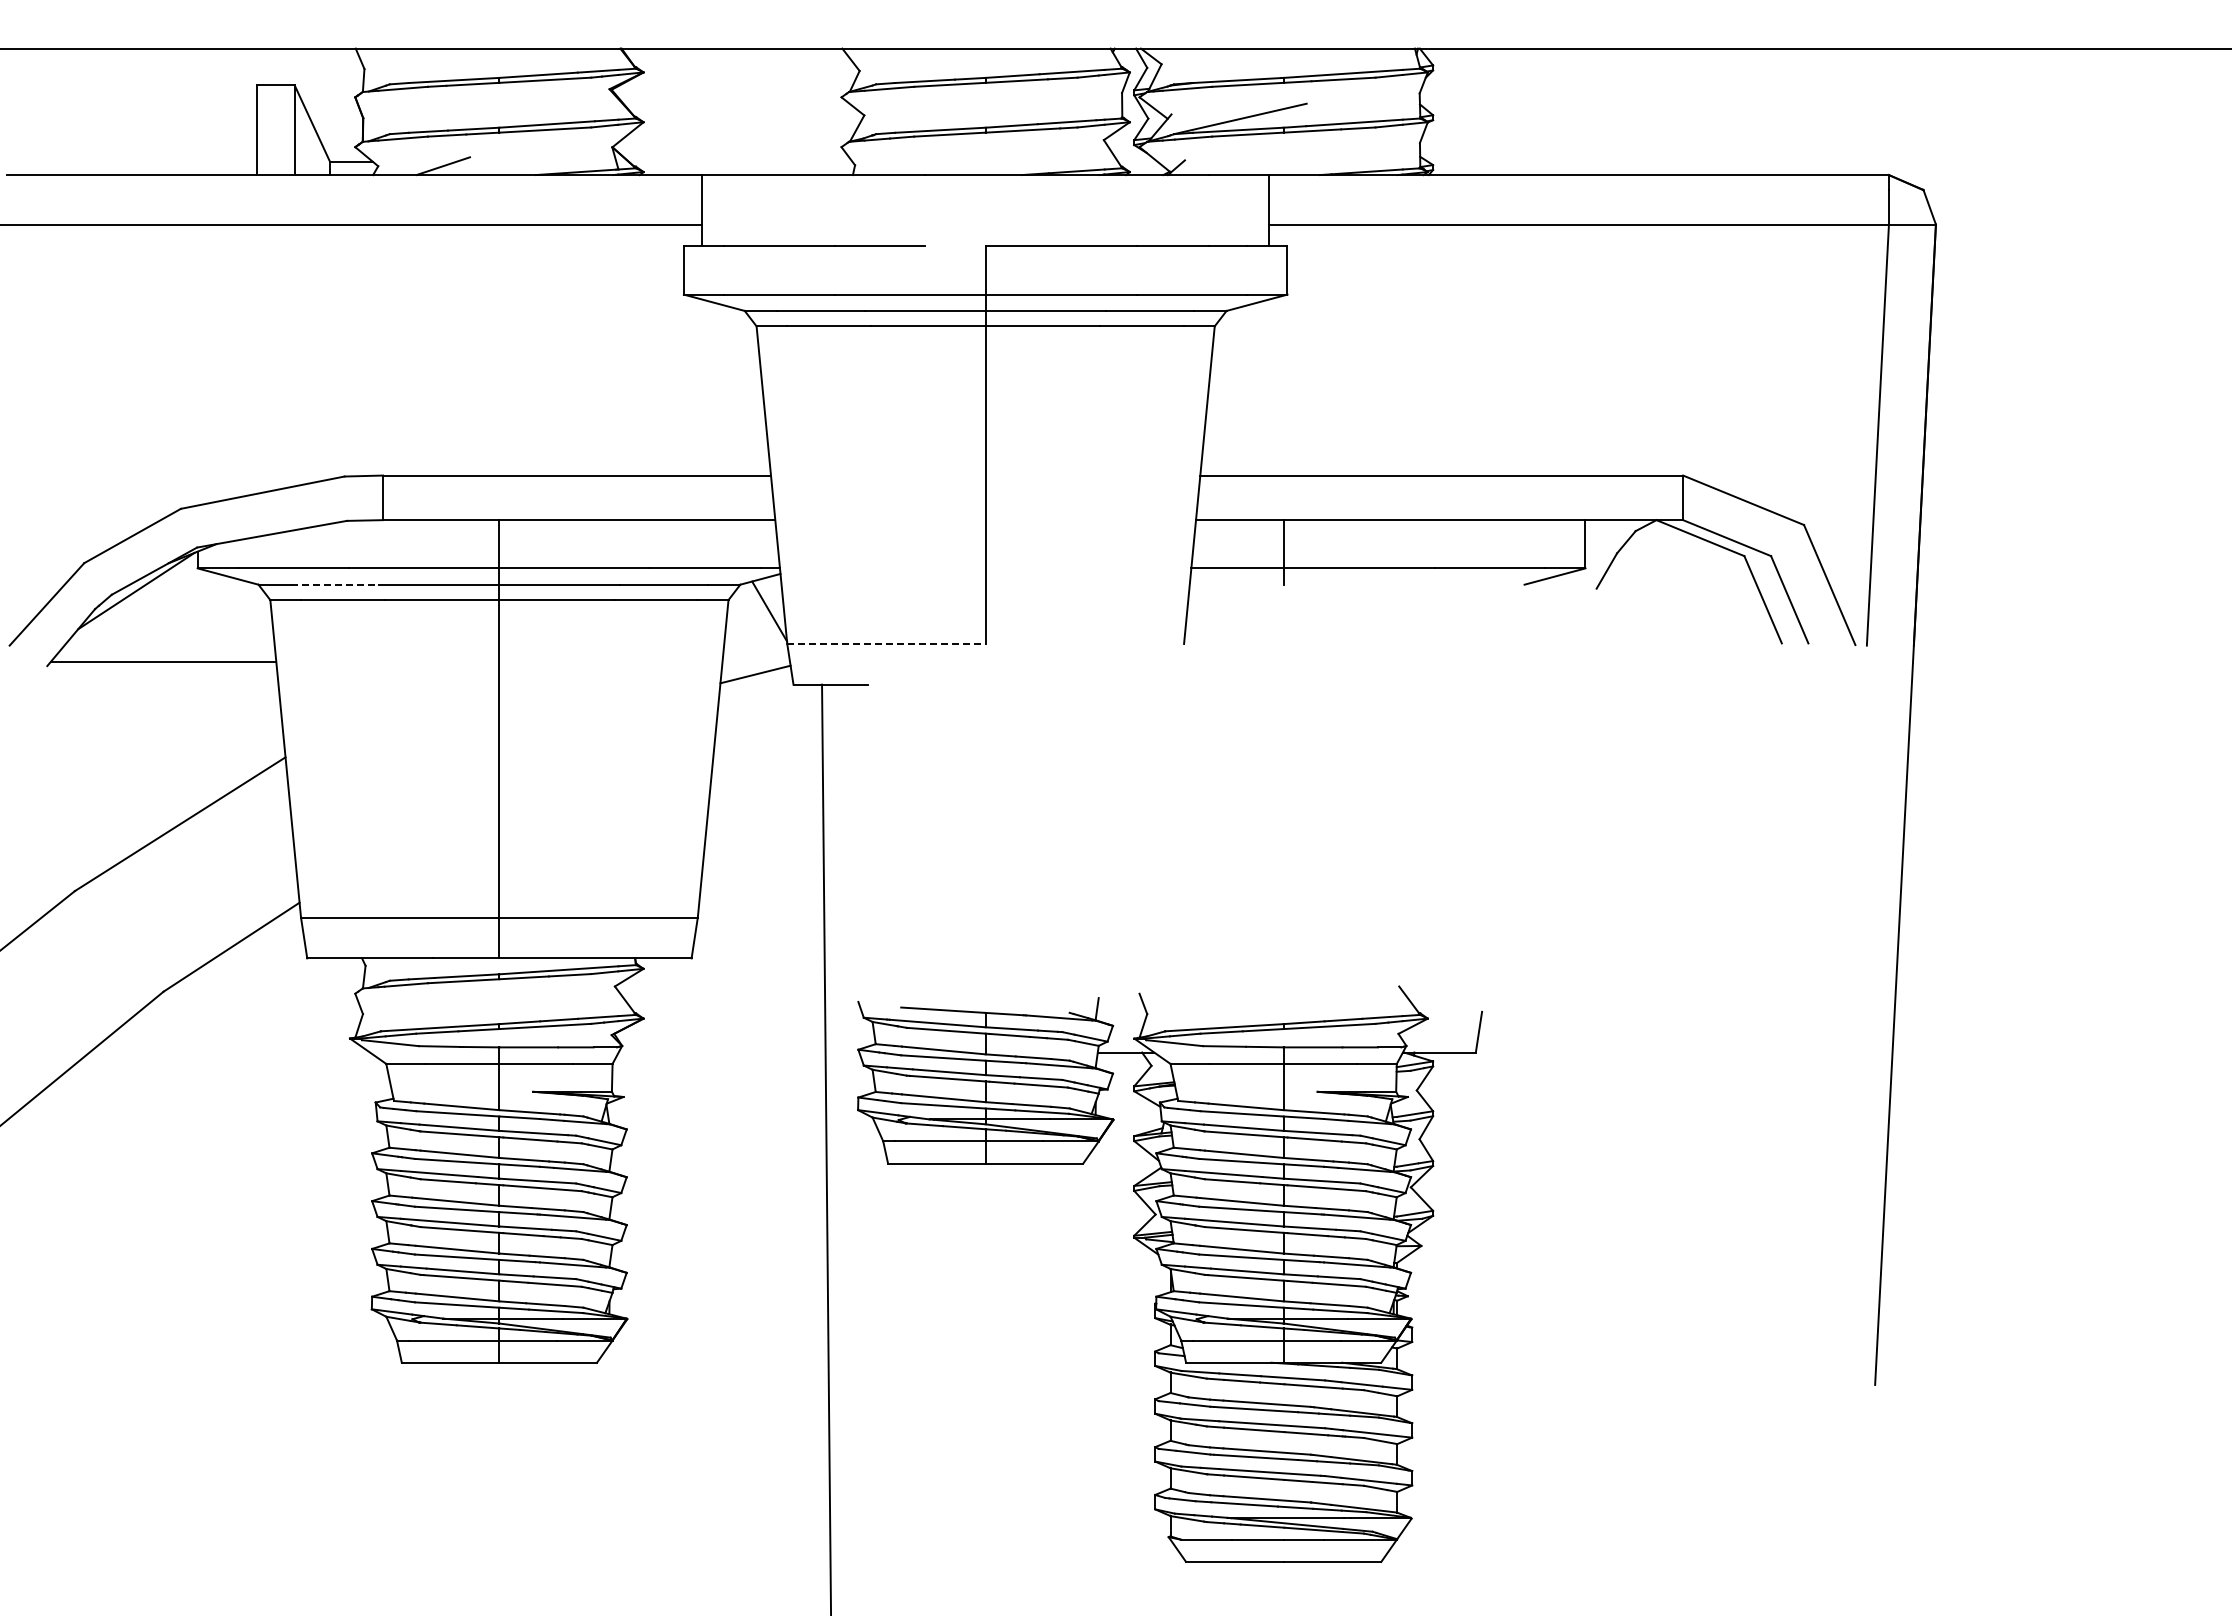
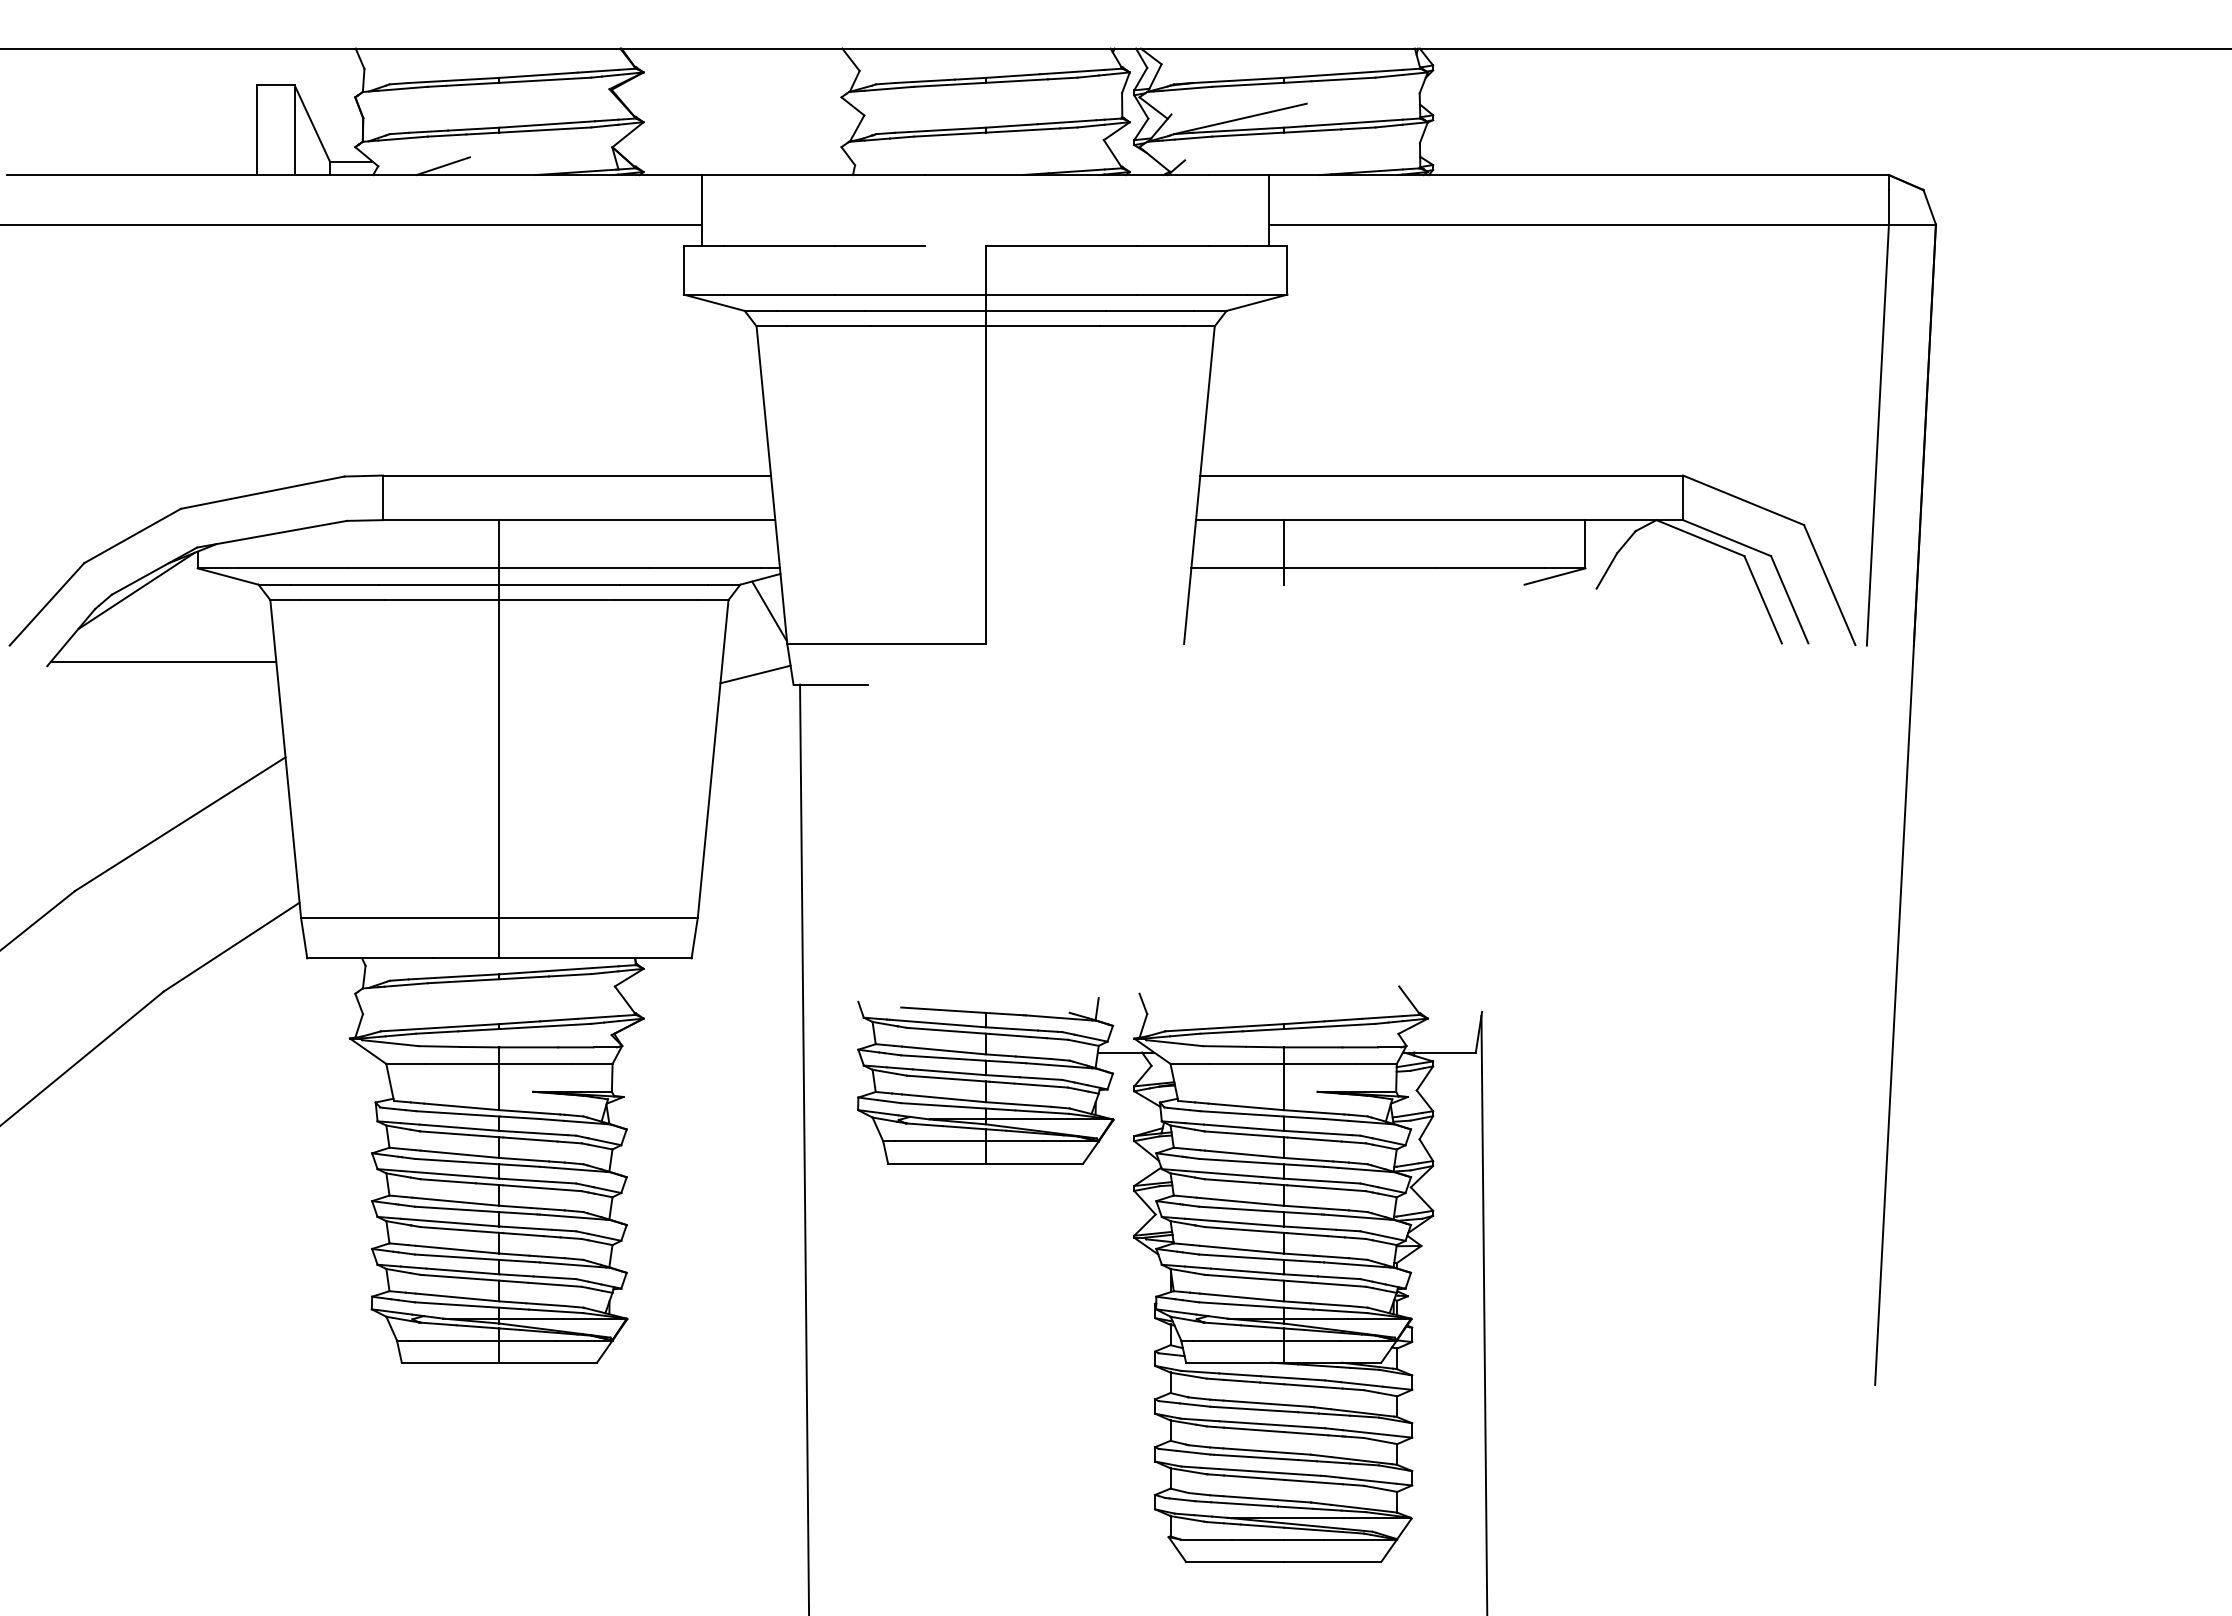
line at (335, 584): dashed -> solid
line at (886, 643): dashed -> solid
line at (826, 1148) position: (826, 1148) -> (804, 1148)
line at (1484, 1313): none -> present
